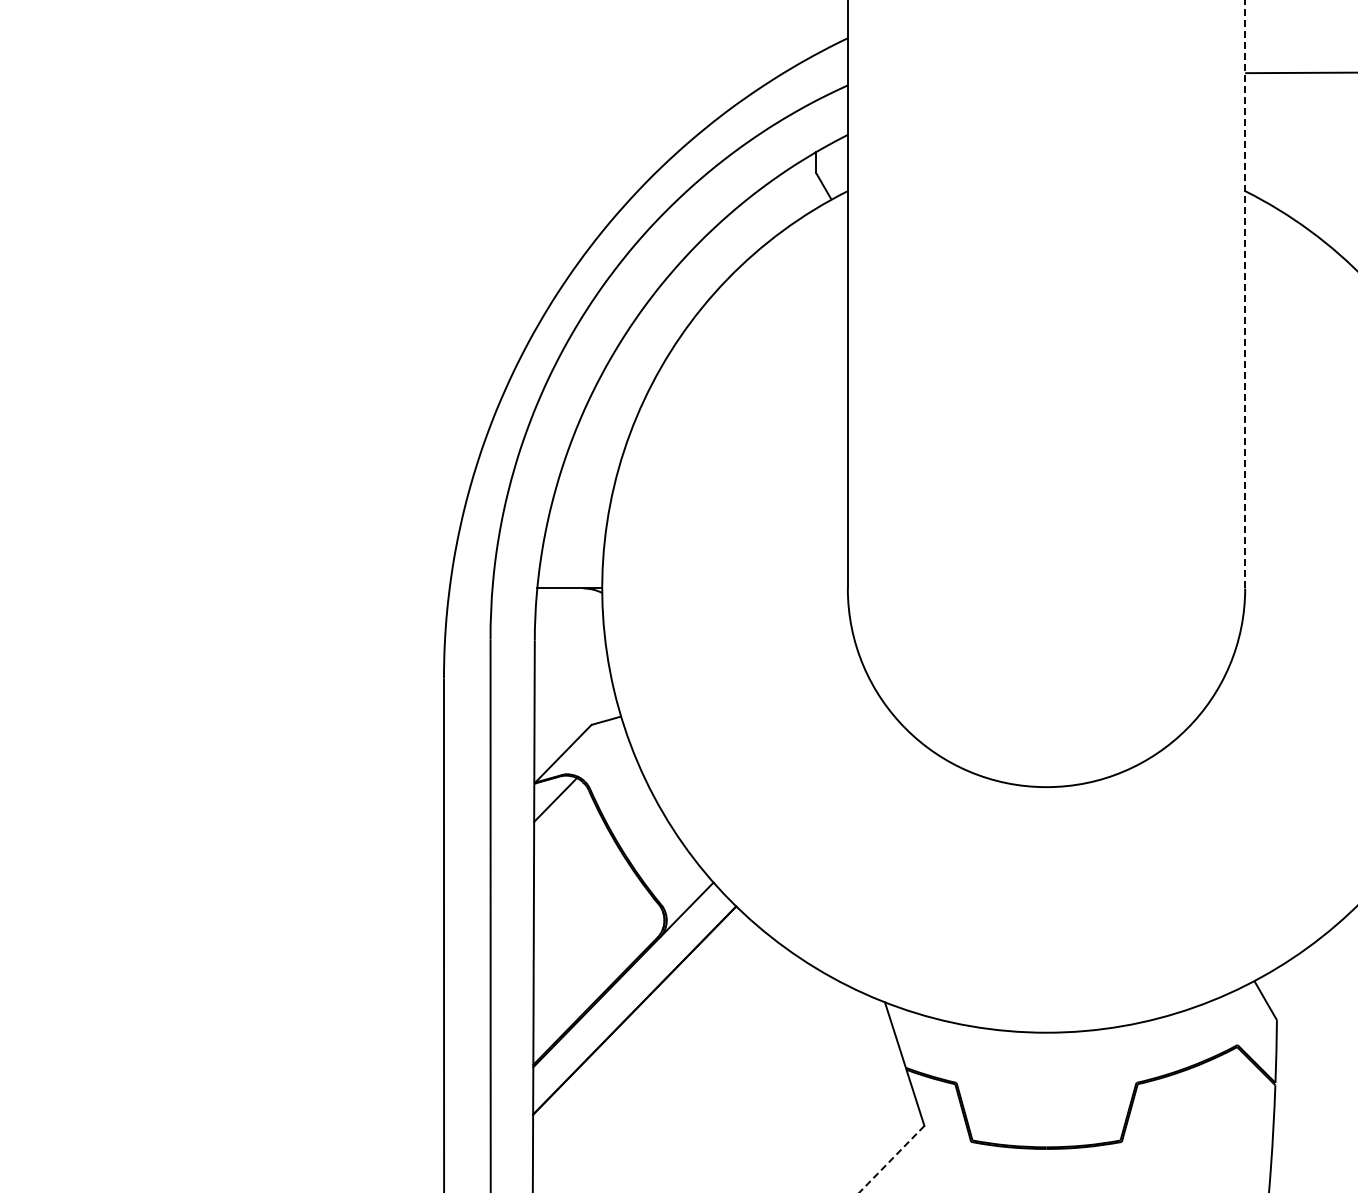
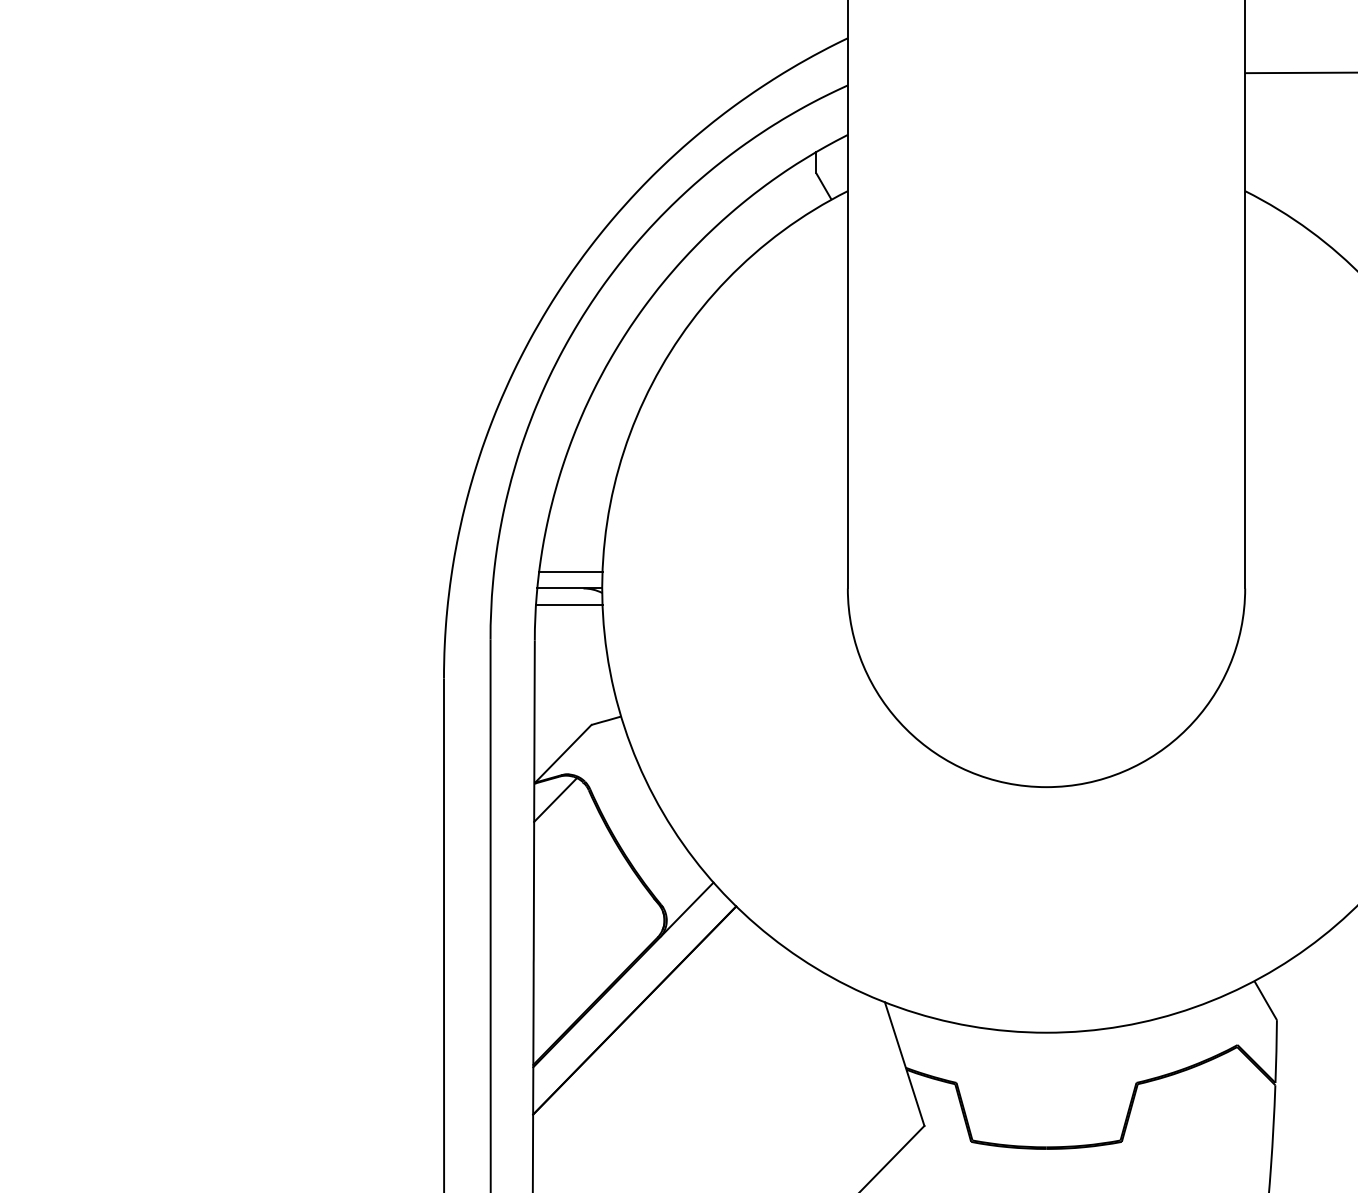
line at (1245, 294): dashed -> solid
line at (570, 572): none -> present
line at (569, 604): none -> present
line at (891, 1159): dashed -> solid
